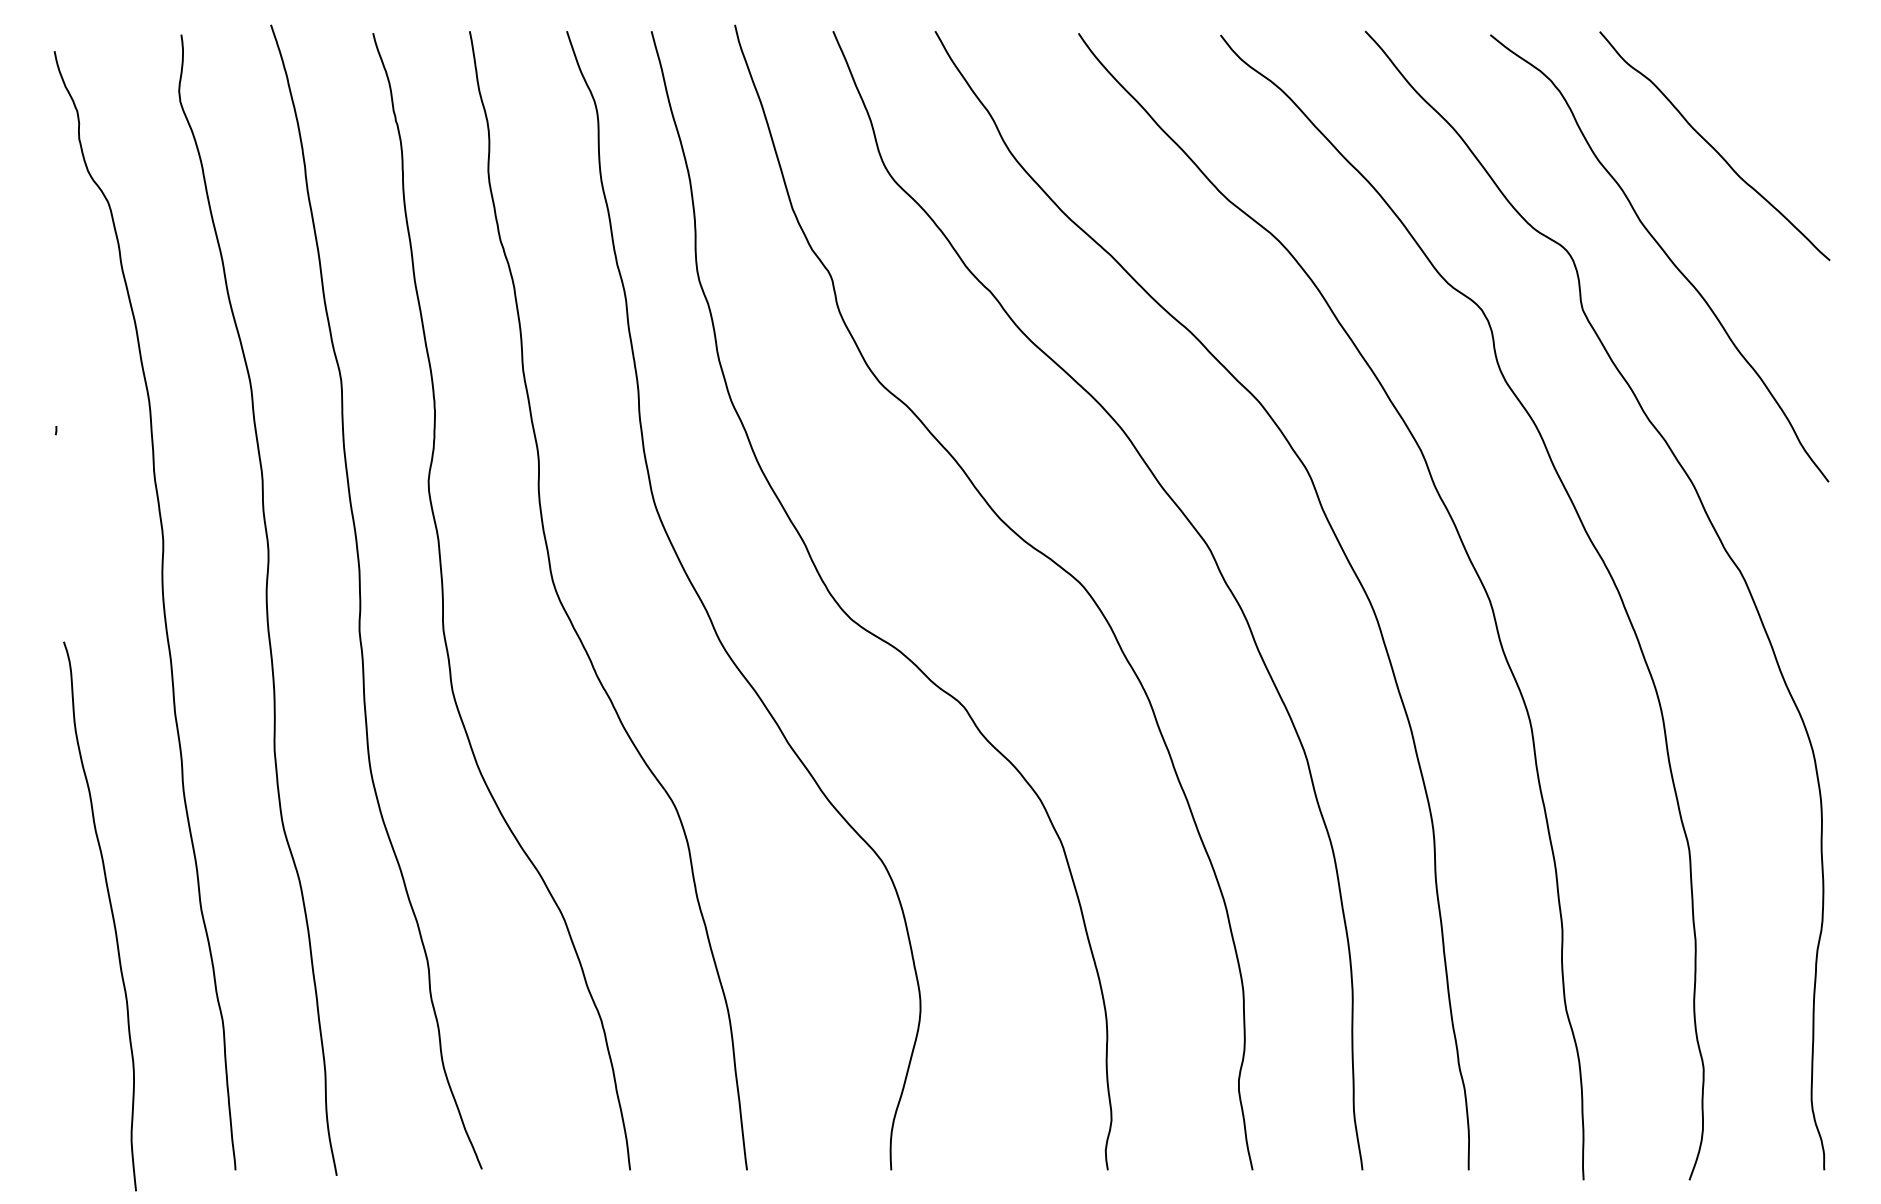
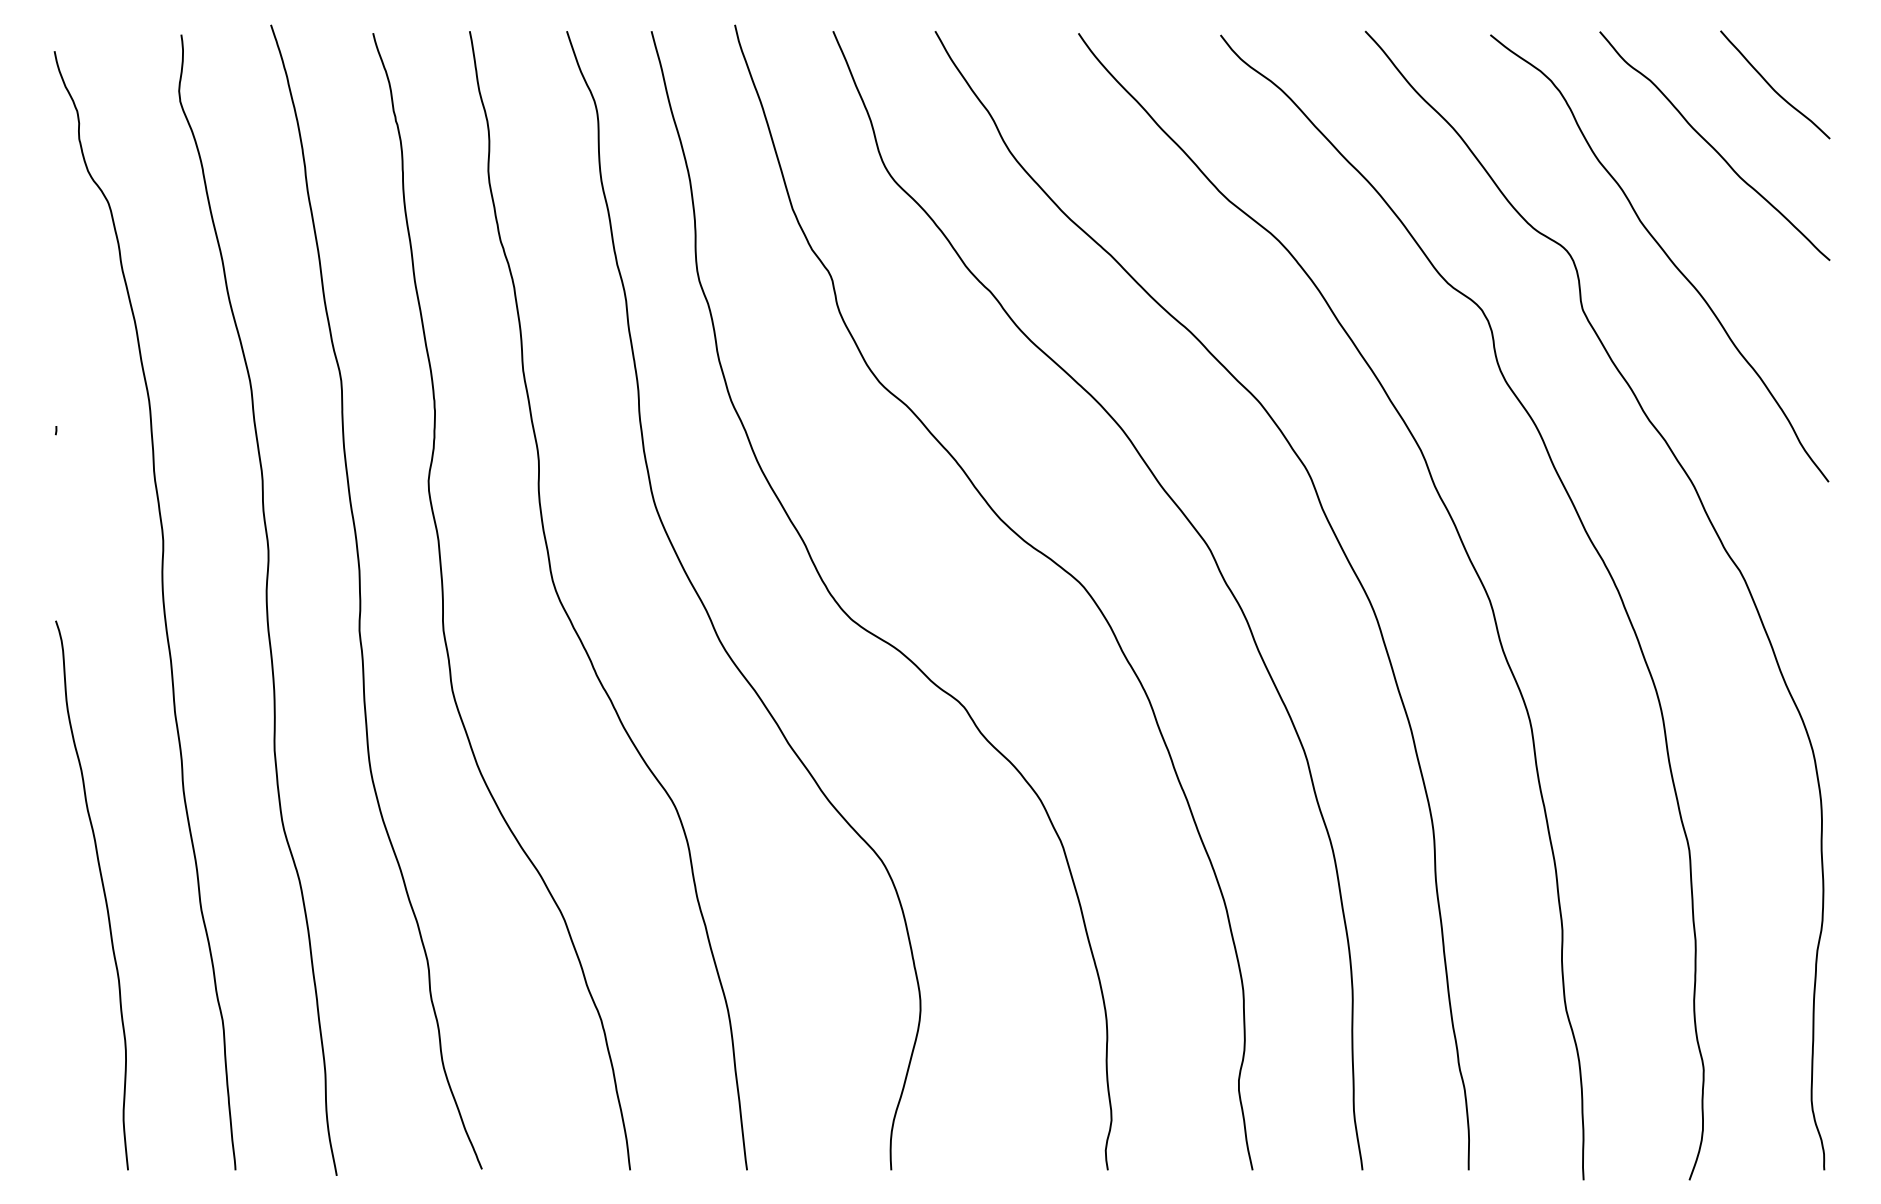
curve at (1772, 86): none -> present
curve at (111, 914) position: (111, 914) -> (103, 893)
